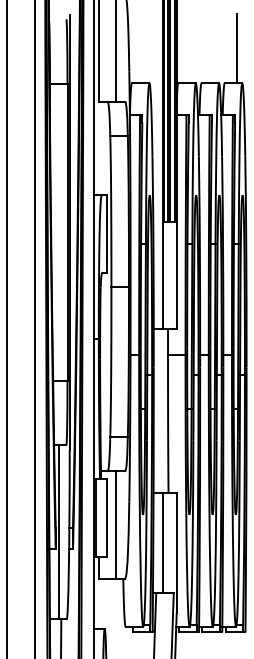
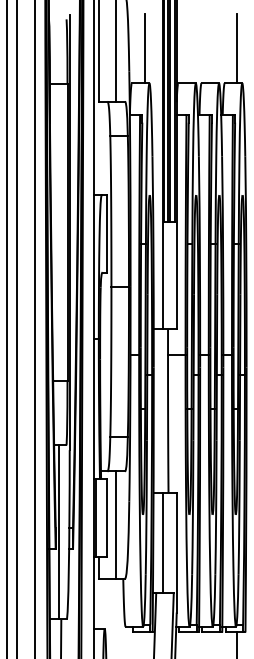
line at (145, 48): none -> present
line at (17, 328): none -> present
line at (237, 643): none -> present
